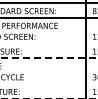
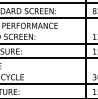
line at (48, 43): none -> present
line at (48, 58): dashed -> solid
line at (48, 83): none -> present
line at (48, 98): dashed -> solid
